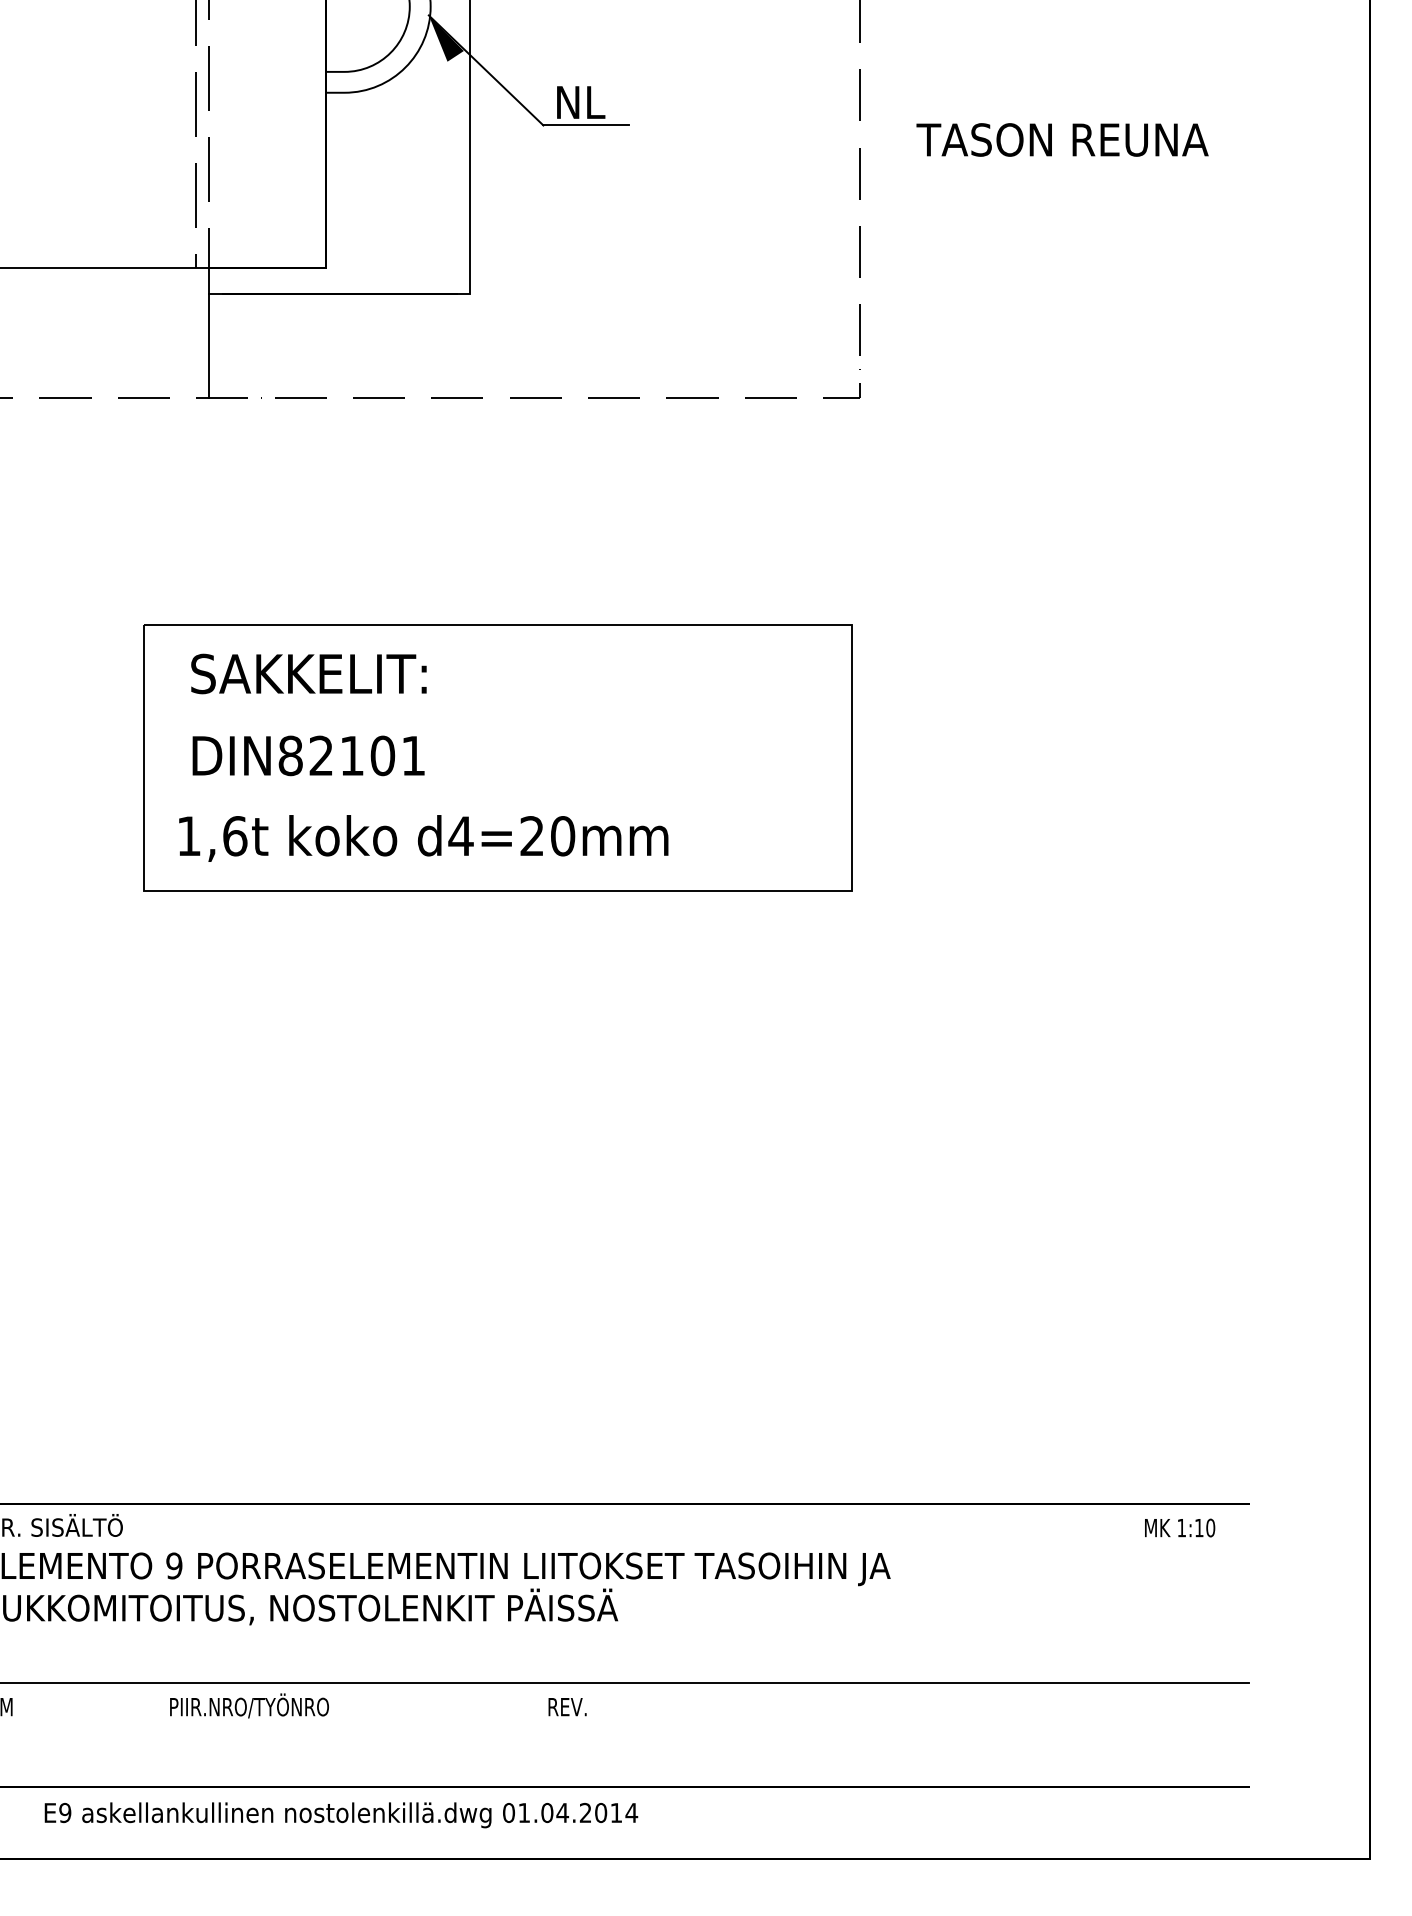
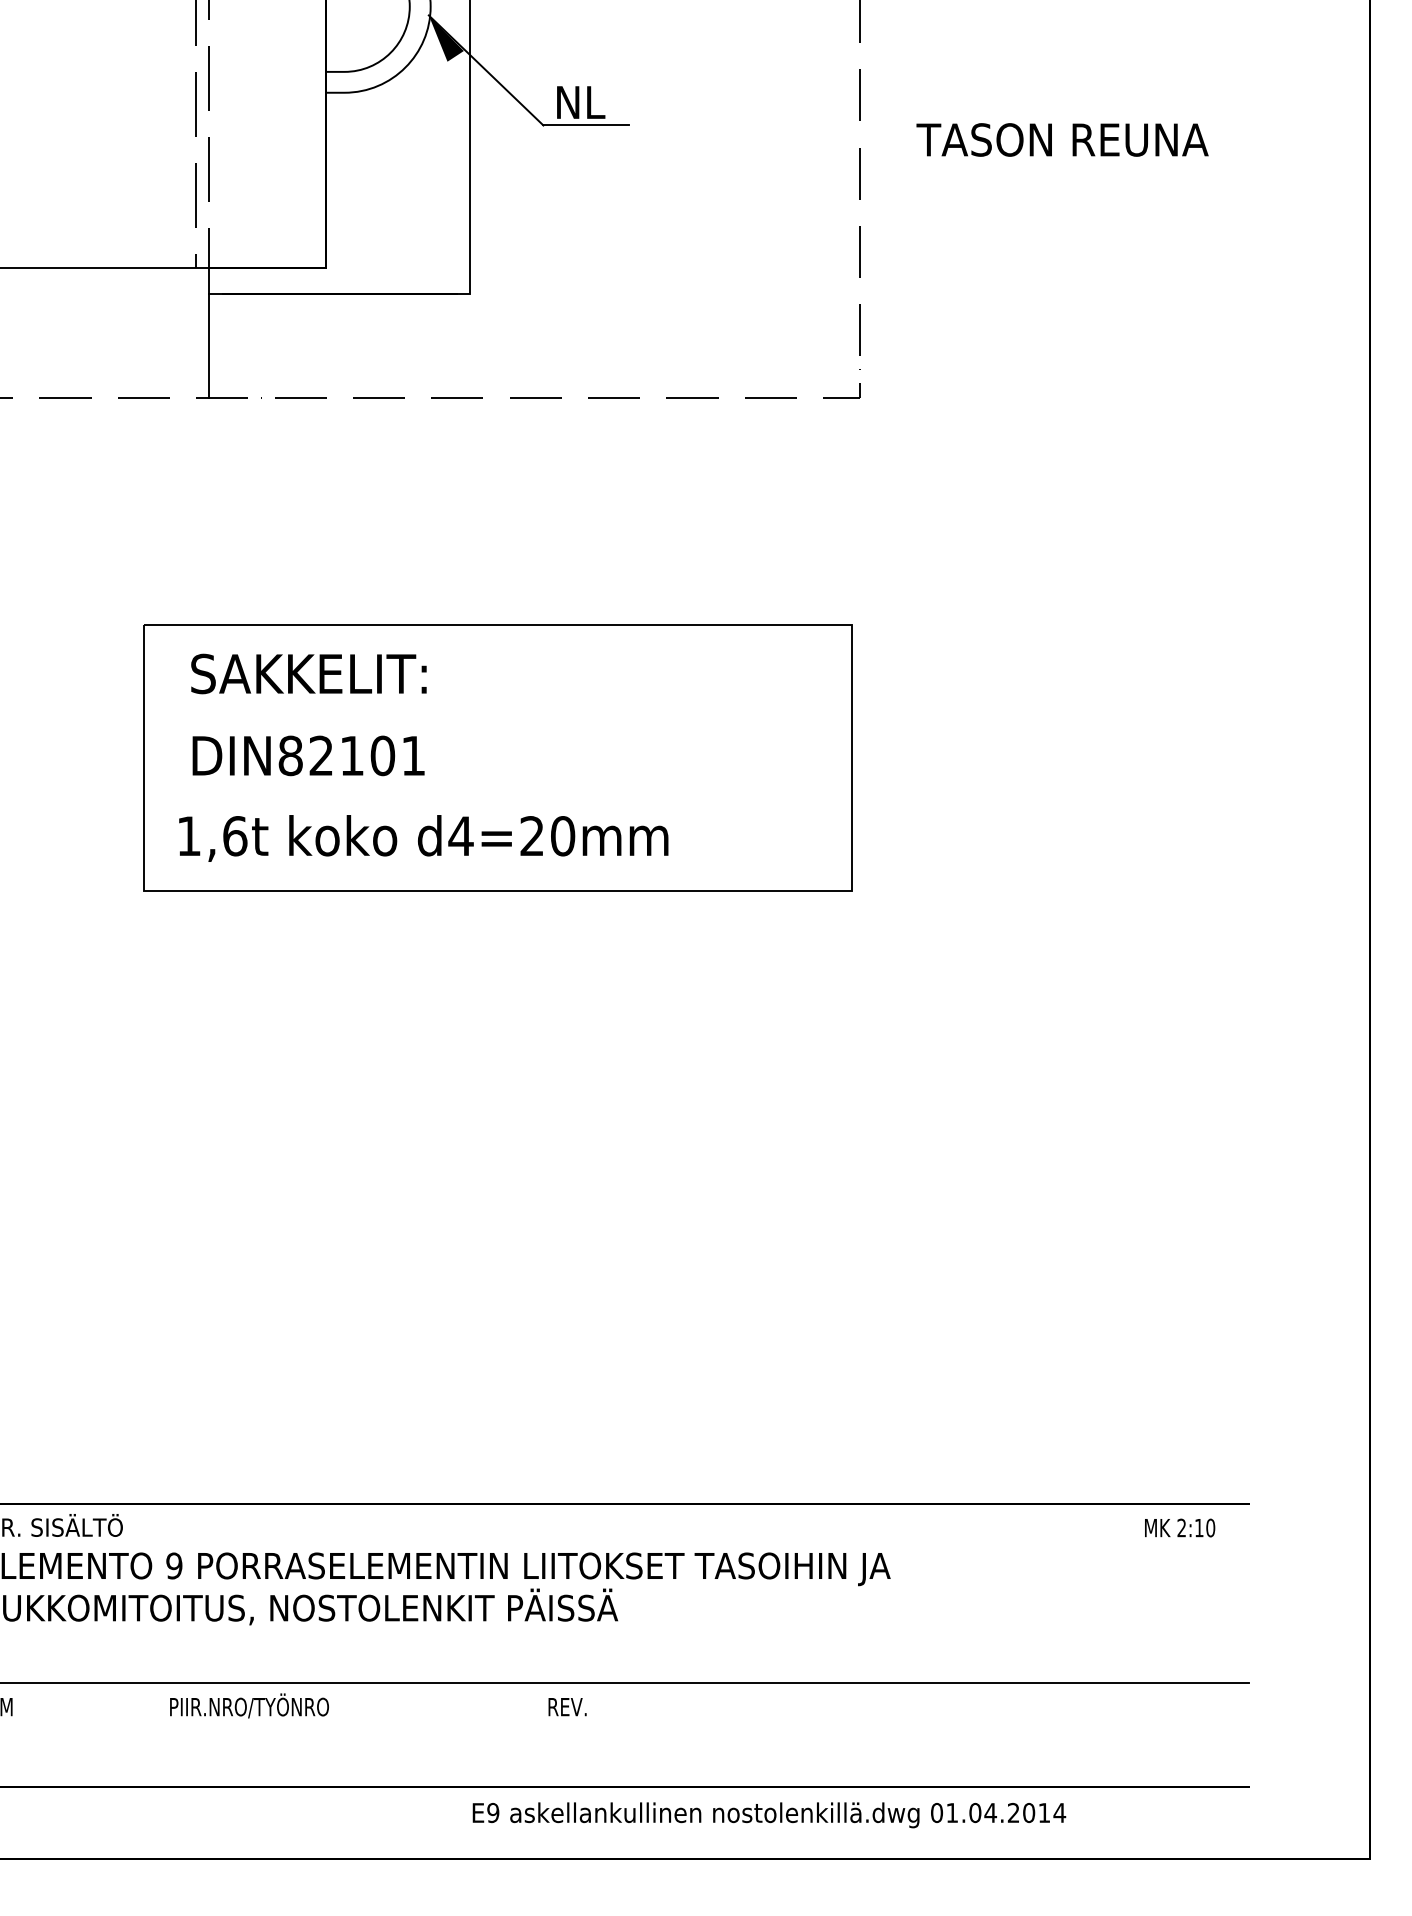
text at (1181, 1527): 1:10 -> 2:10
text at (341, 1815) position: (341, 1815) -> (769, 1815)
